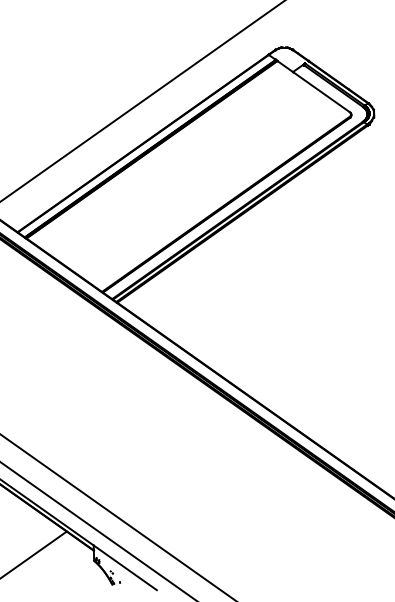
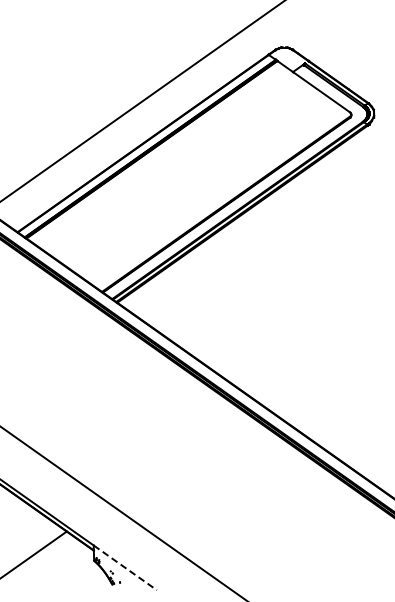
line at (117, 516) position: (117, 516) -> (123, 512)
line at (97, 530): present -> none
line at (125, 567): solid -> dashed
